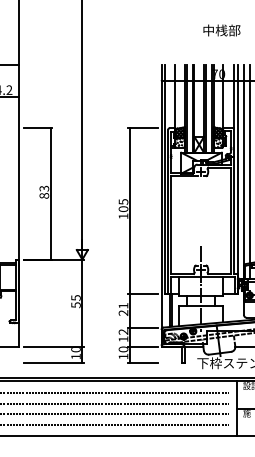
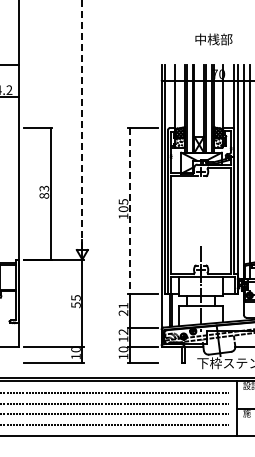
text at (221, 30) position: (221, 30) -> (213, 39)
line at (82, 124): solid -> dashed
line at (129, 211): solid -> dashed
